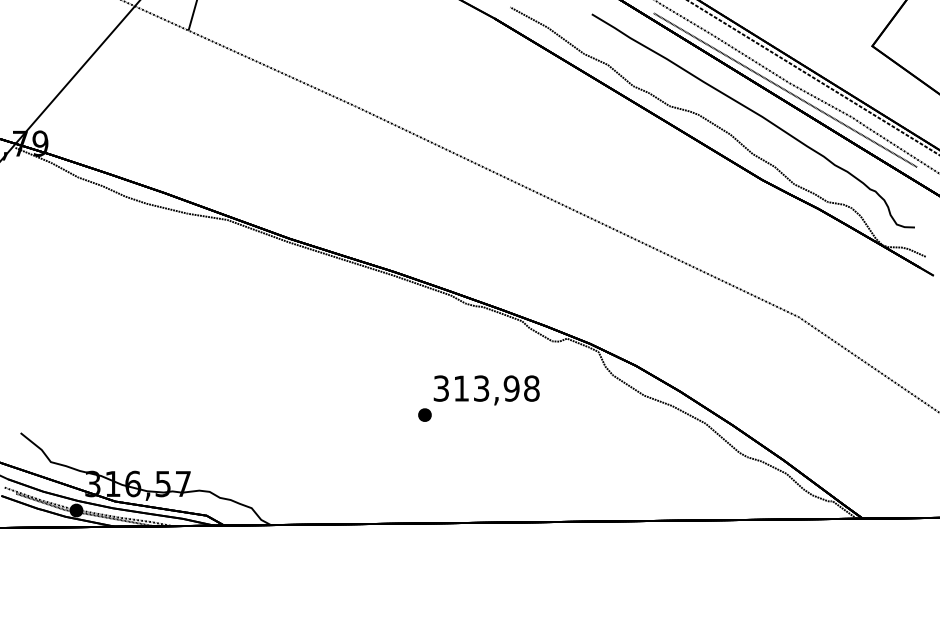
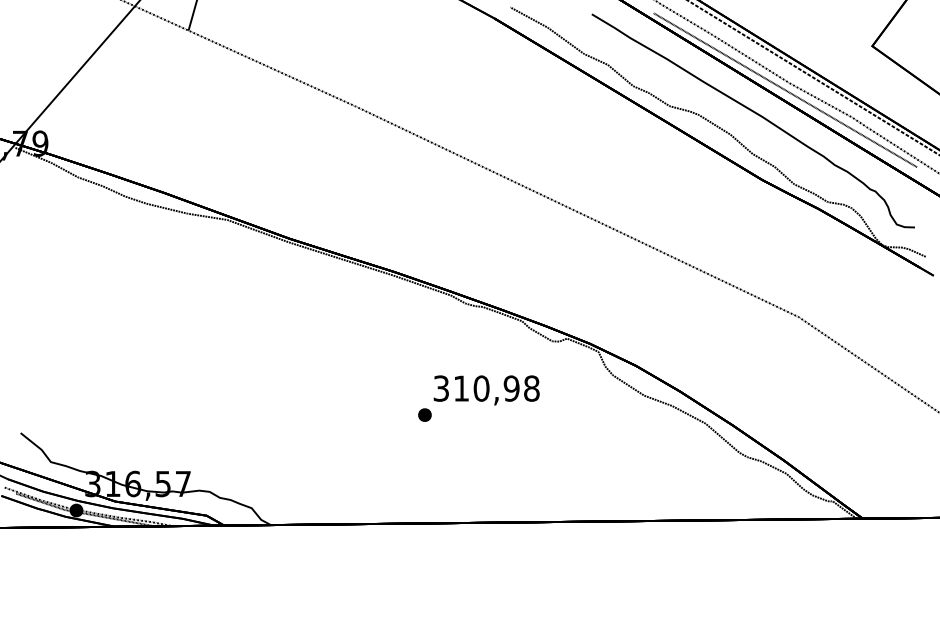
text at (481, 388): 313,98 -> 310,98
